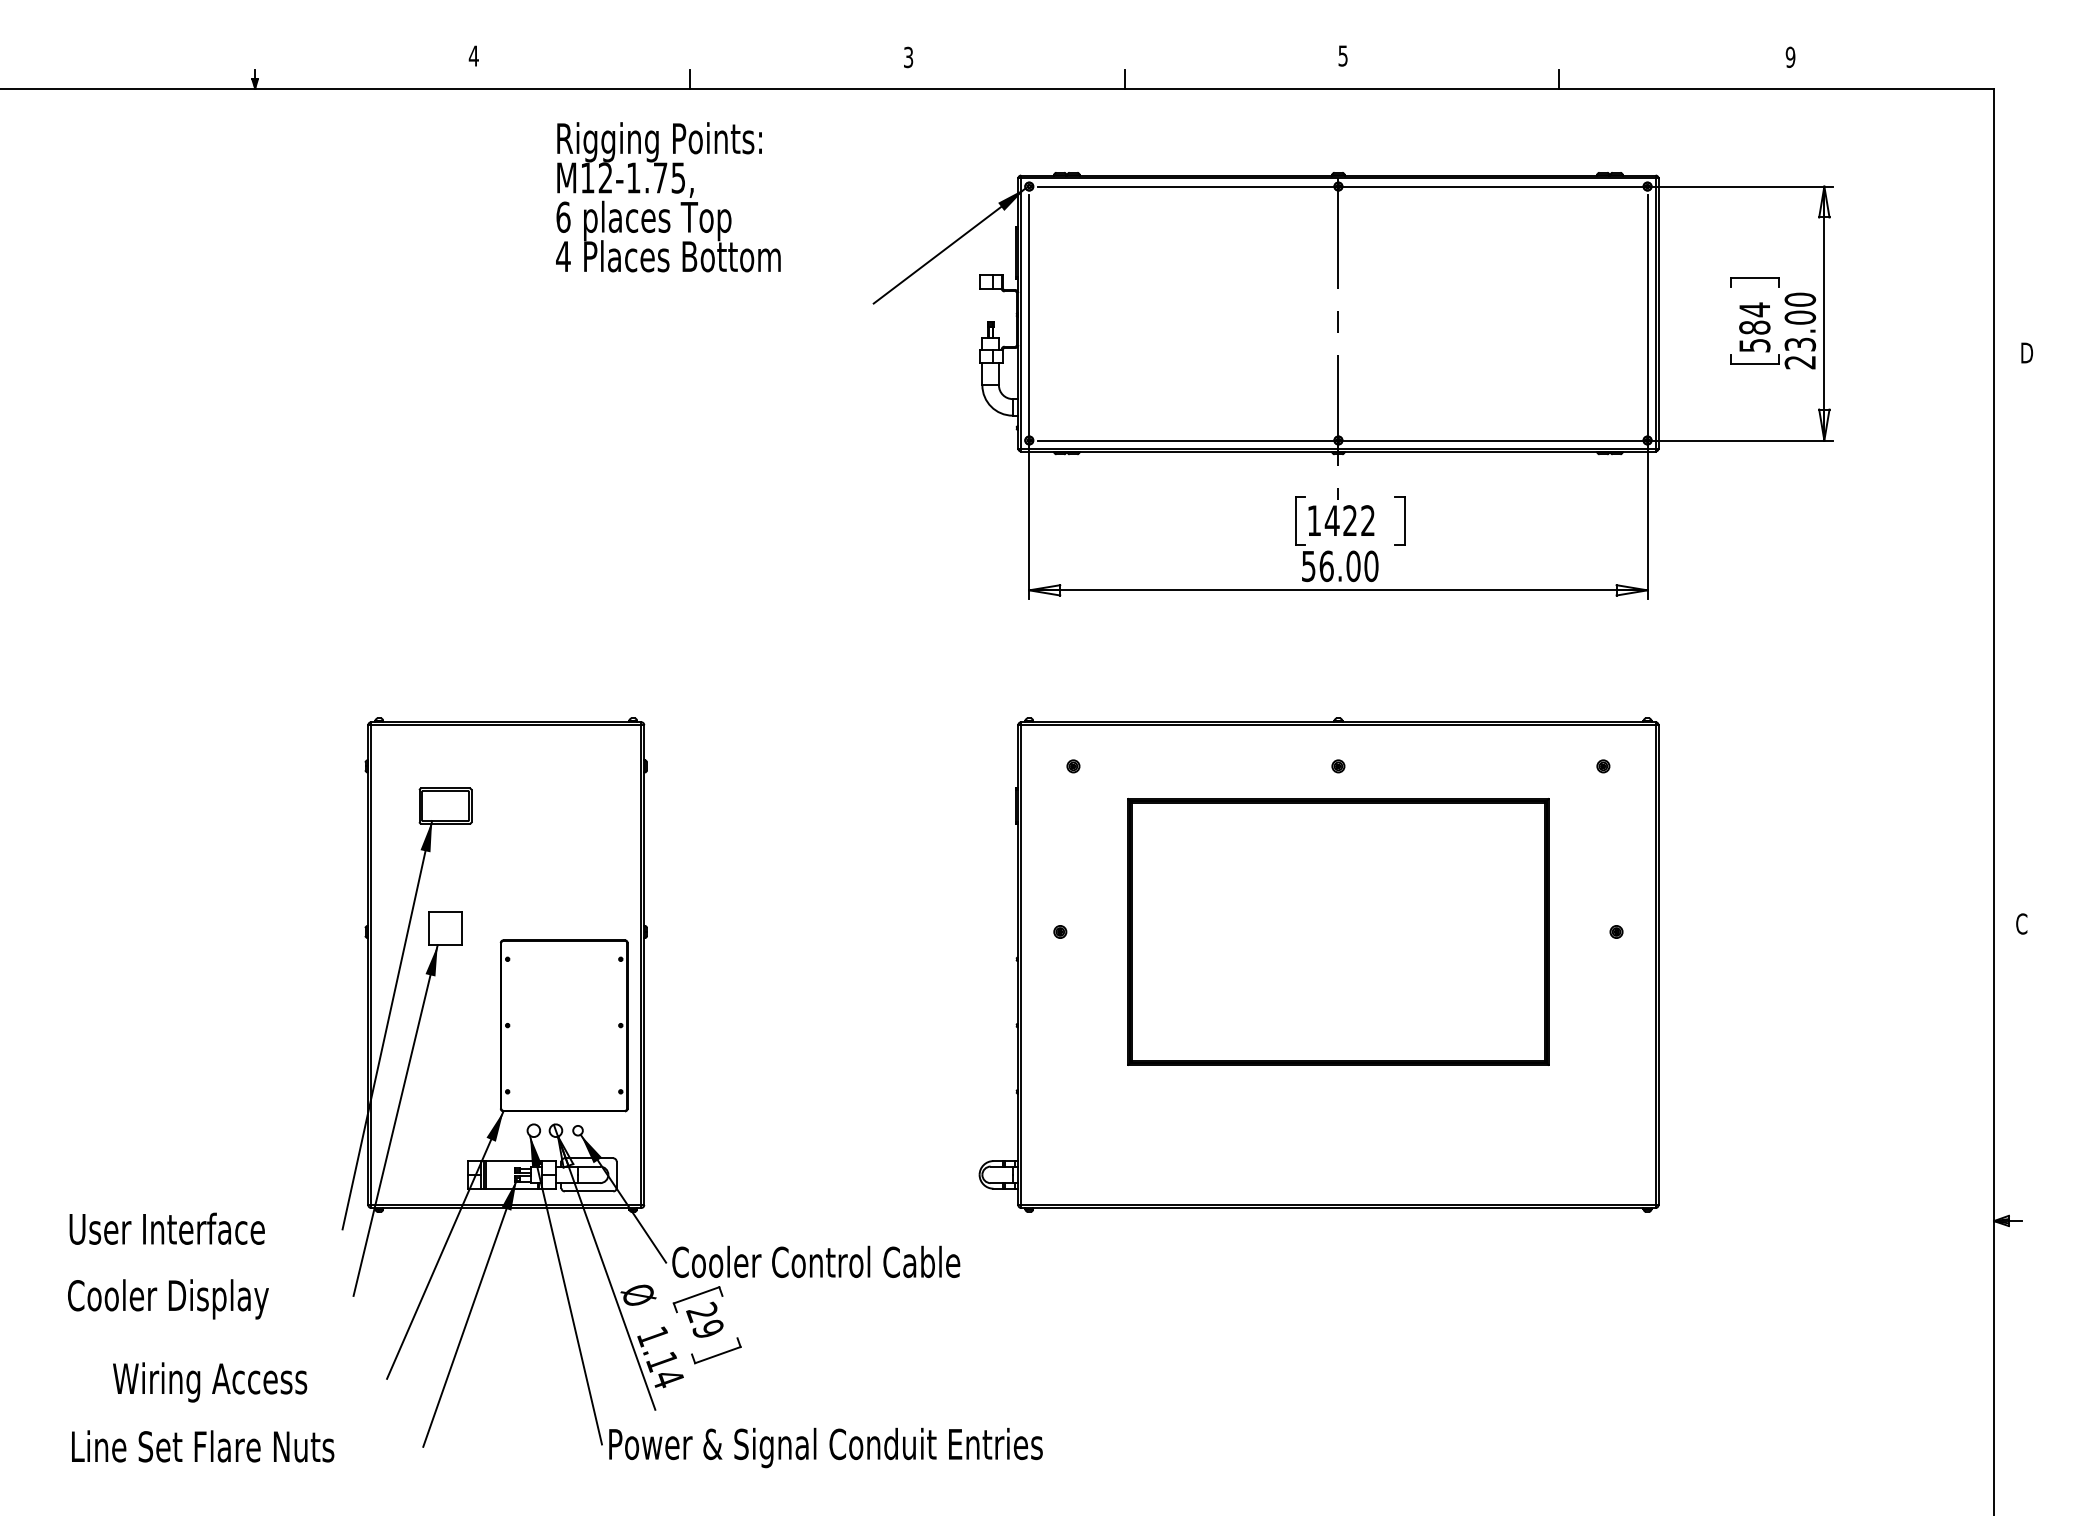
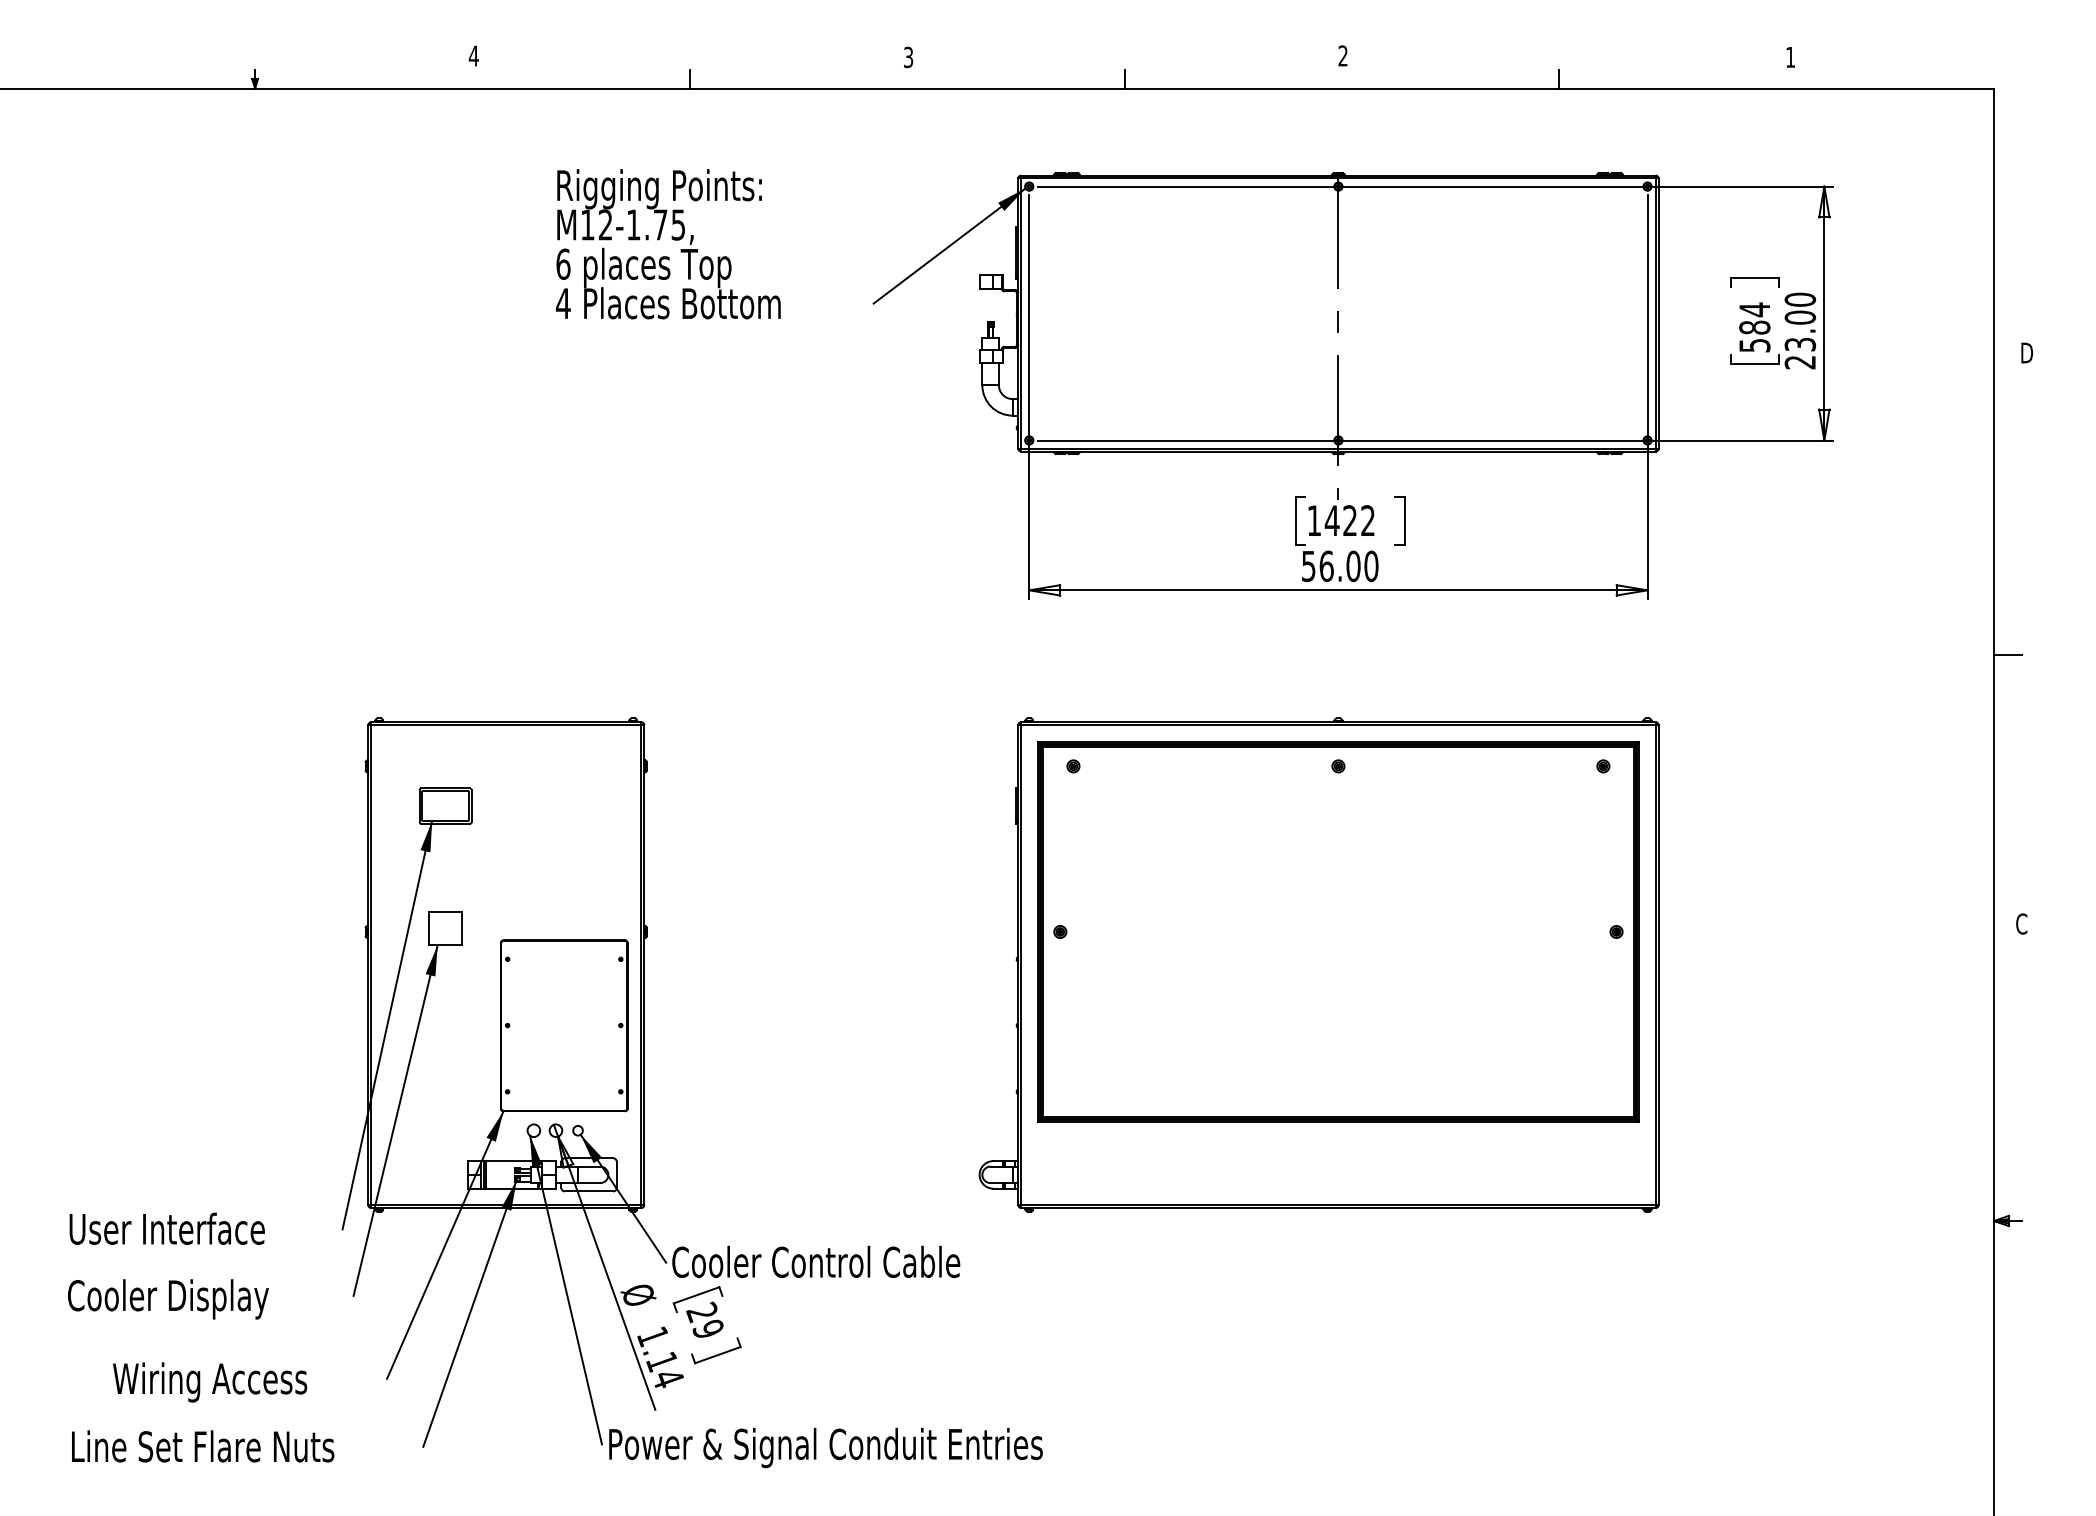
text at (1342, 55): 5 -> 2
text at (1790, 56): 9 -> 1
text at (668, 197) position: (668, 197) -> (668, 244)
line at (2007, 655): none -> present
part at (1338, 931) size: 423x268 px -> 603x382 px
